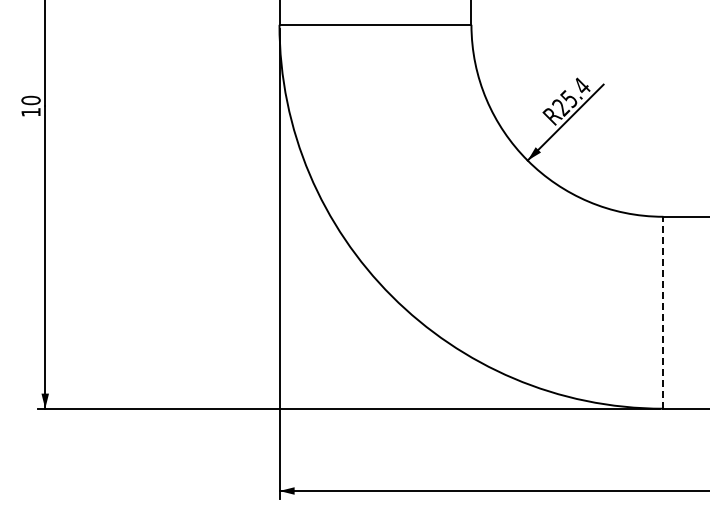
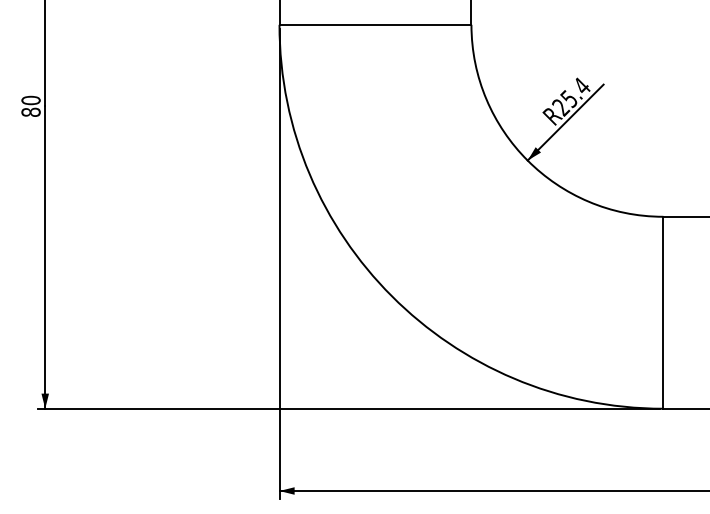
text at (30, 111): 10 -> 80
line at (663, 312): dashed -> solid
